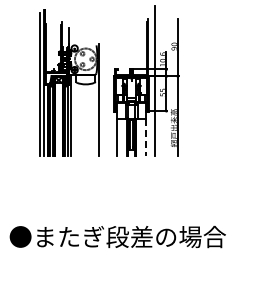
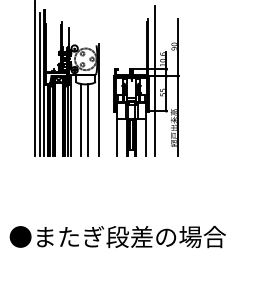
line at (34, 78): none -> present
line at (80, 119): none -> present
line at (87, 119): none -> present
line at (145, 137): dashed -> solid
